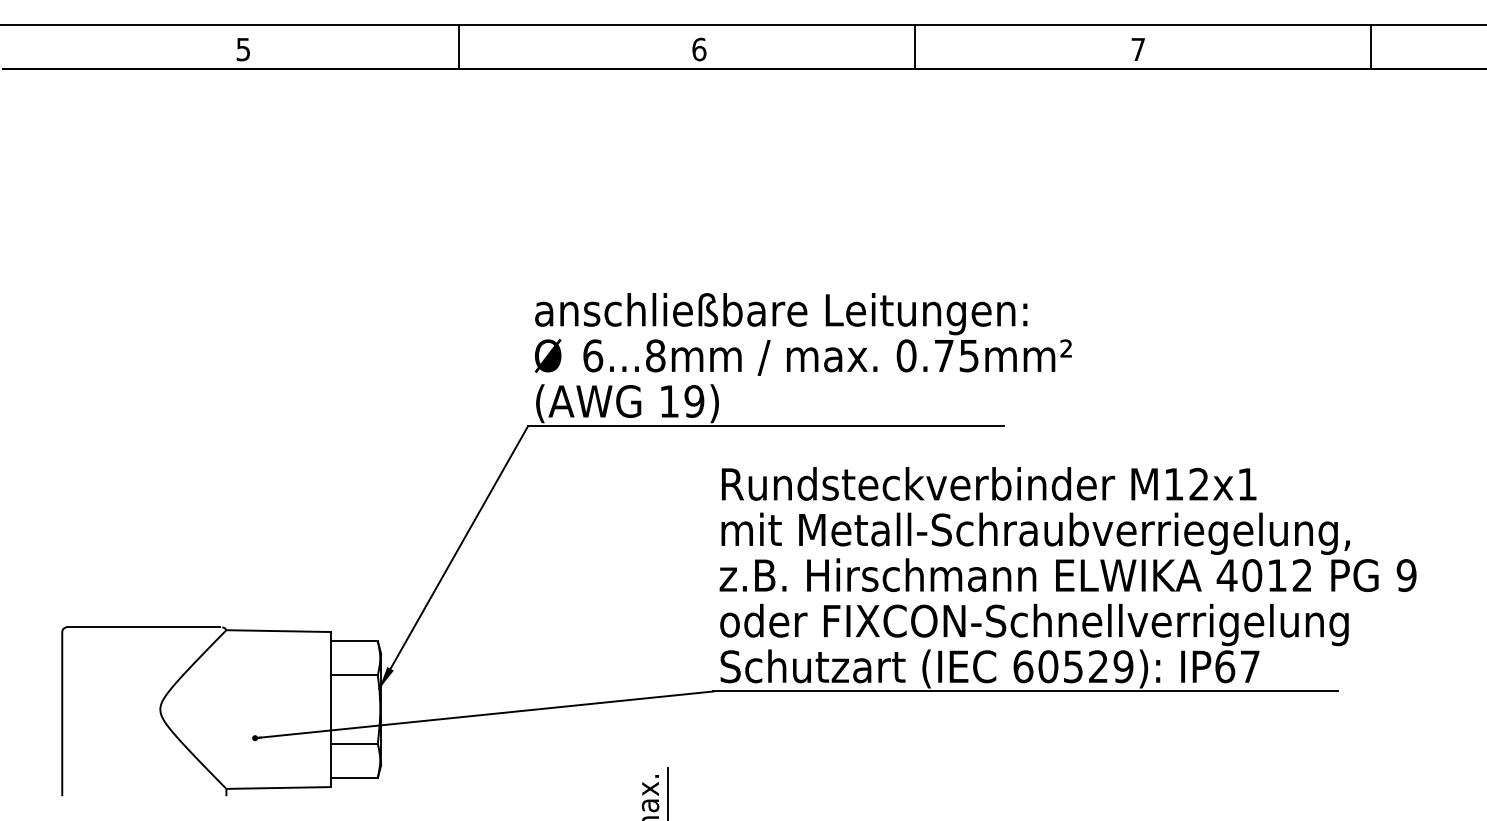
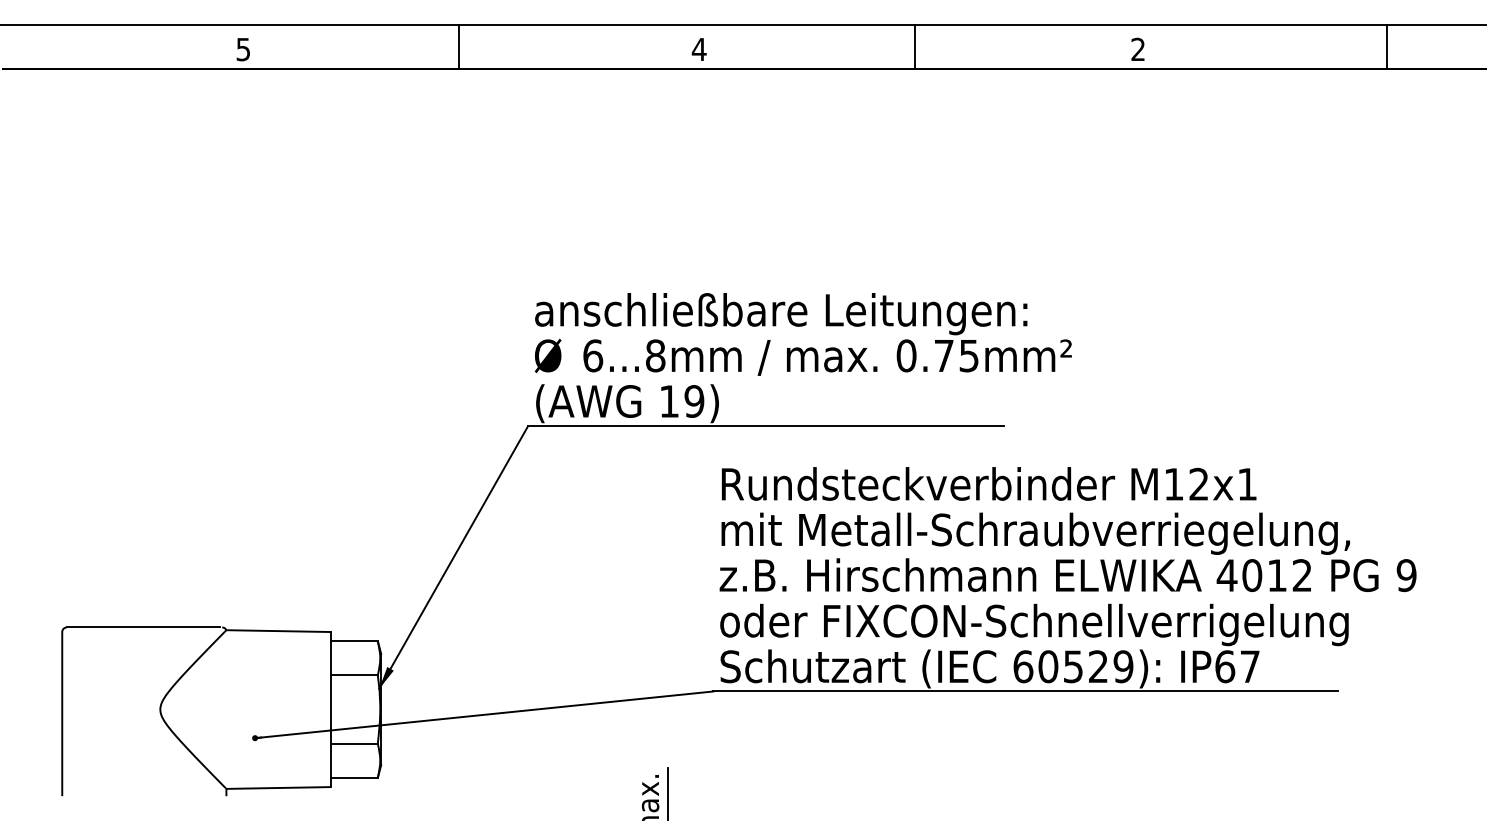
line at (1370, 46) position: (1370, 46) -> (1386, 46)
text at (1137, 48): 7 -> 2
text at (698, 49): 6 -> 4
